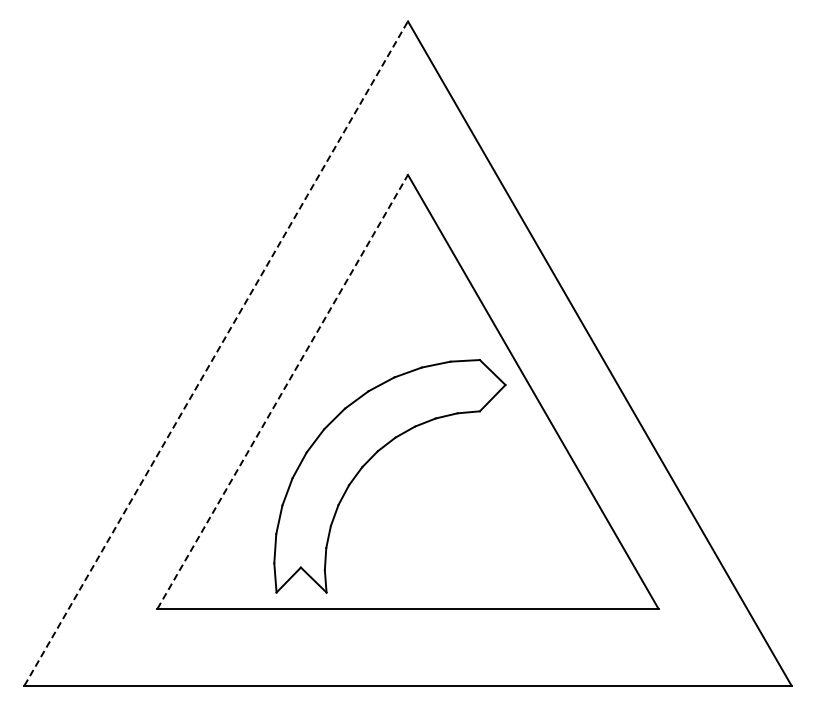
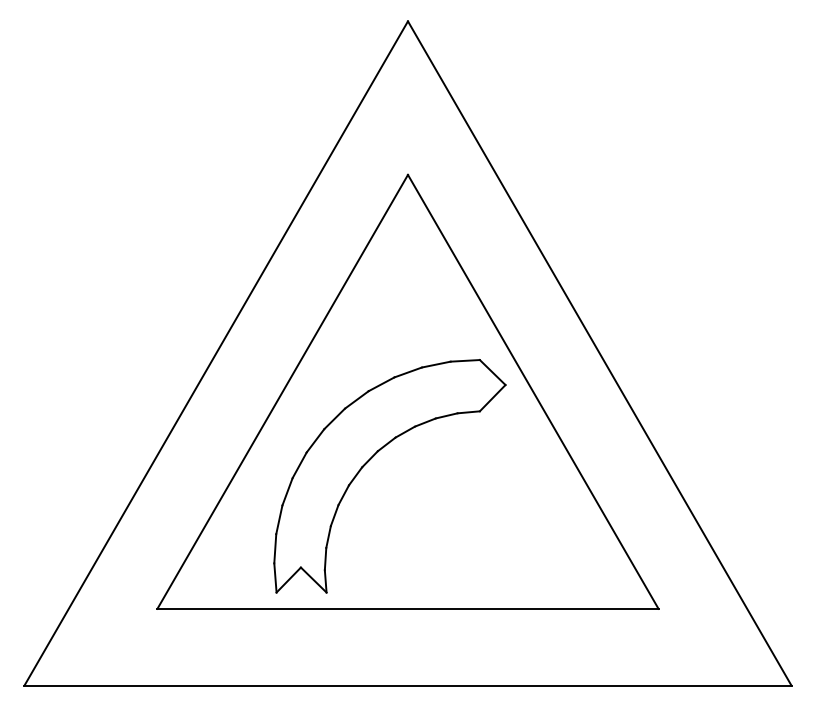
line at (216, 353): dashed -> solid
line at (282, 391): dashed -> solid
